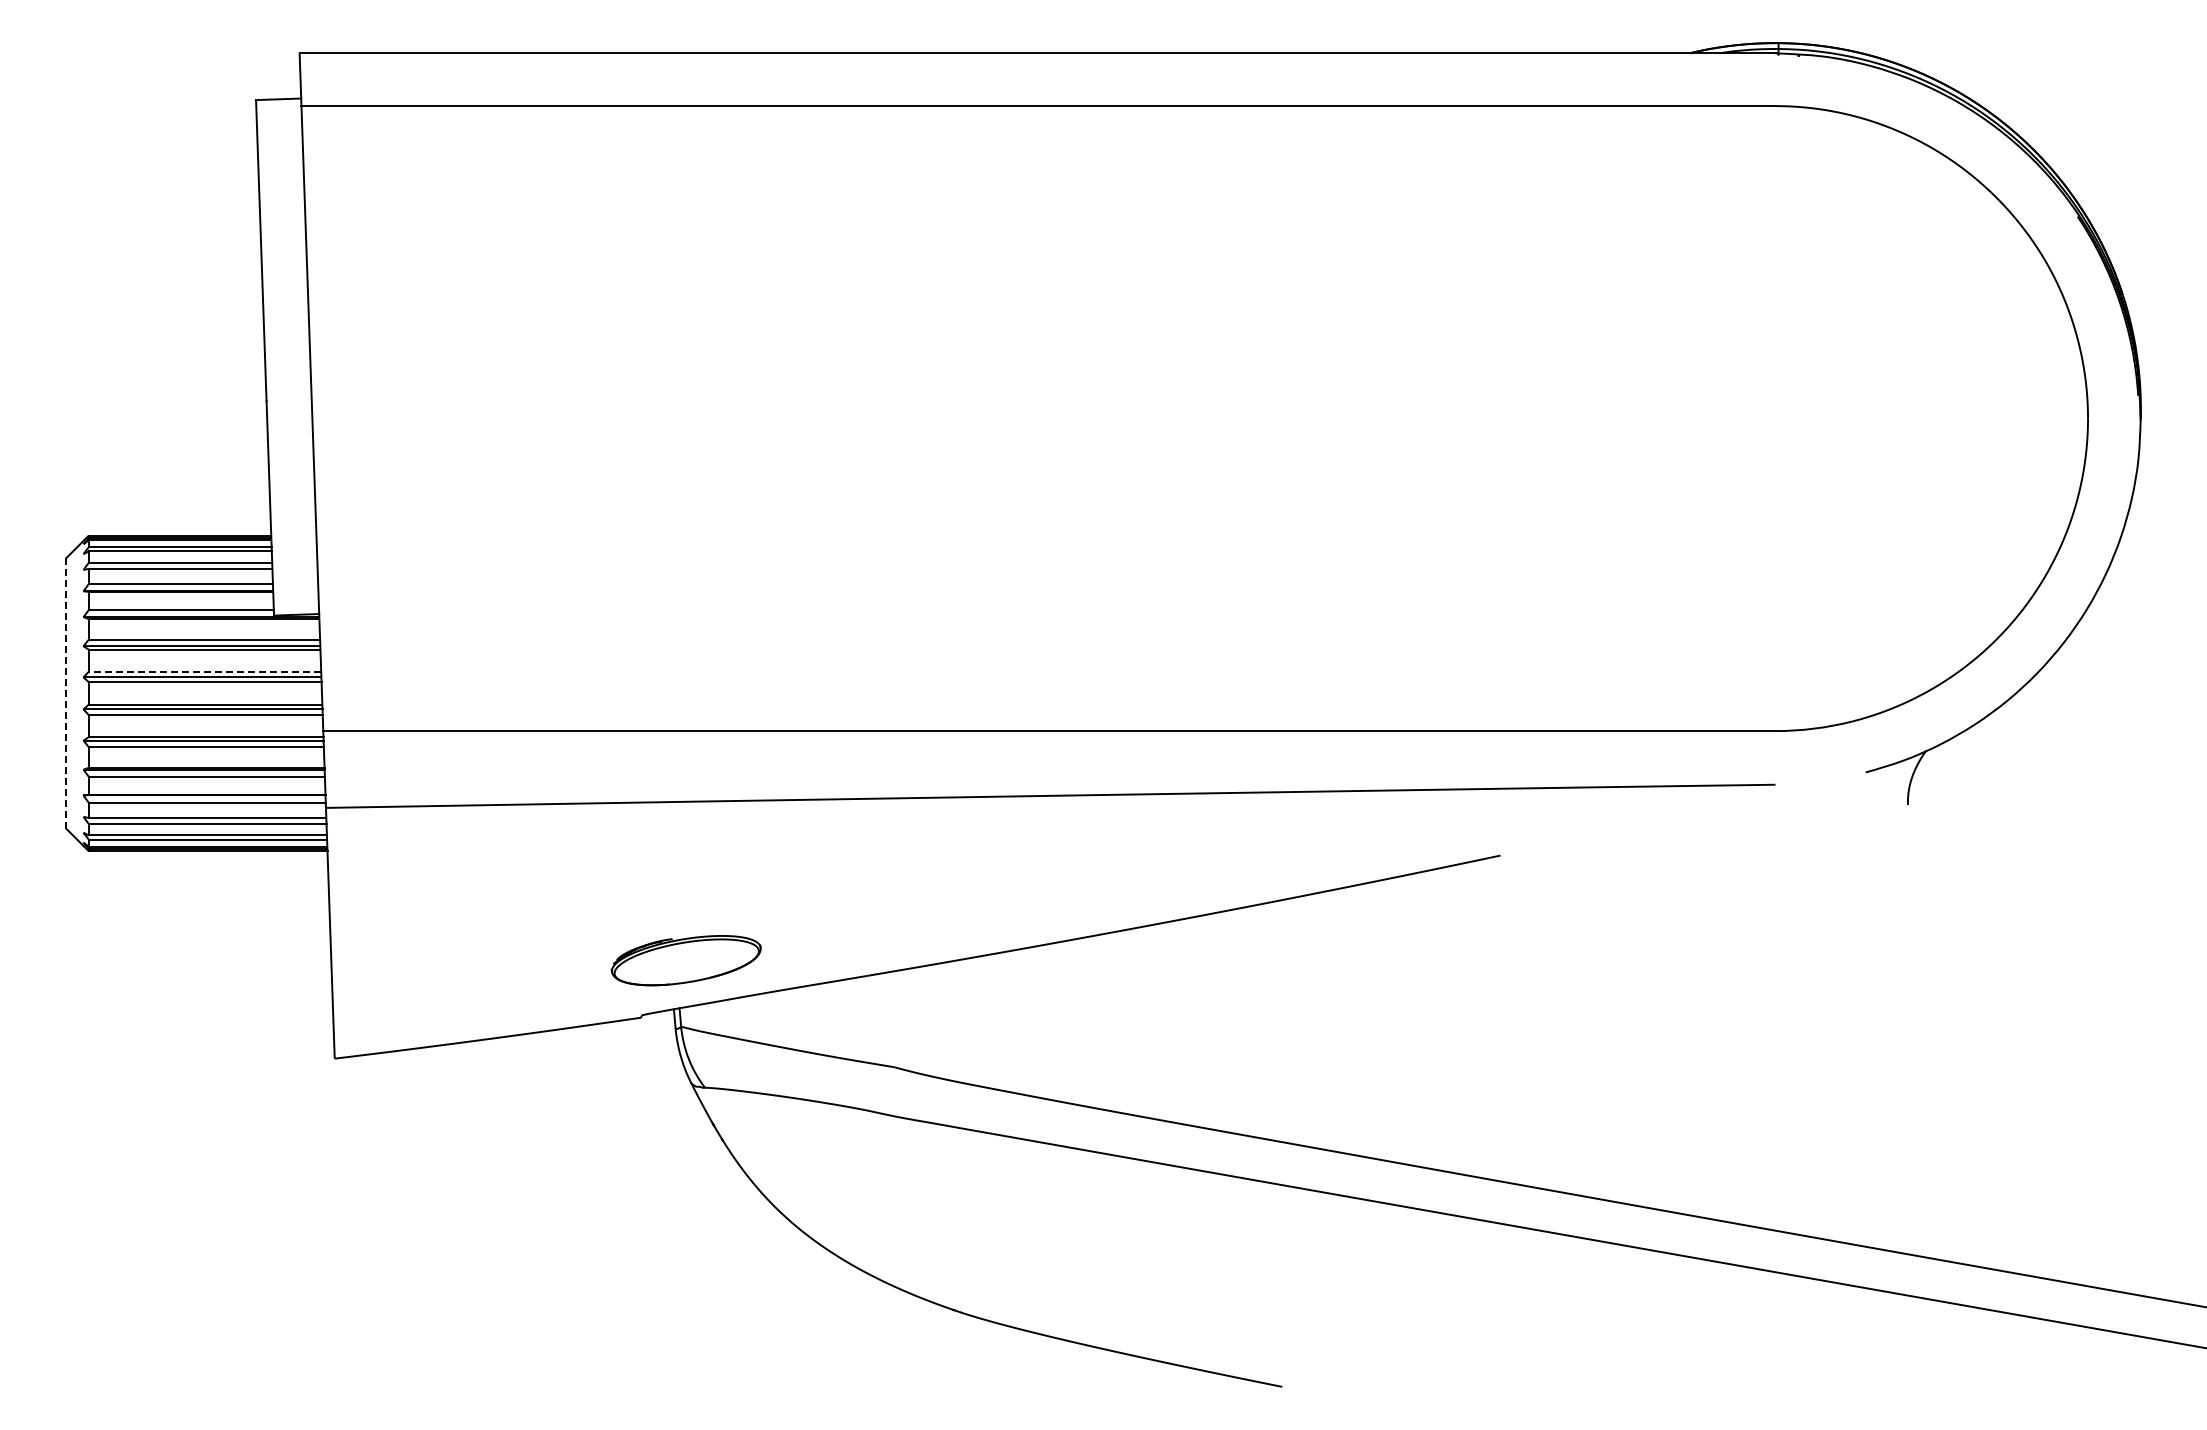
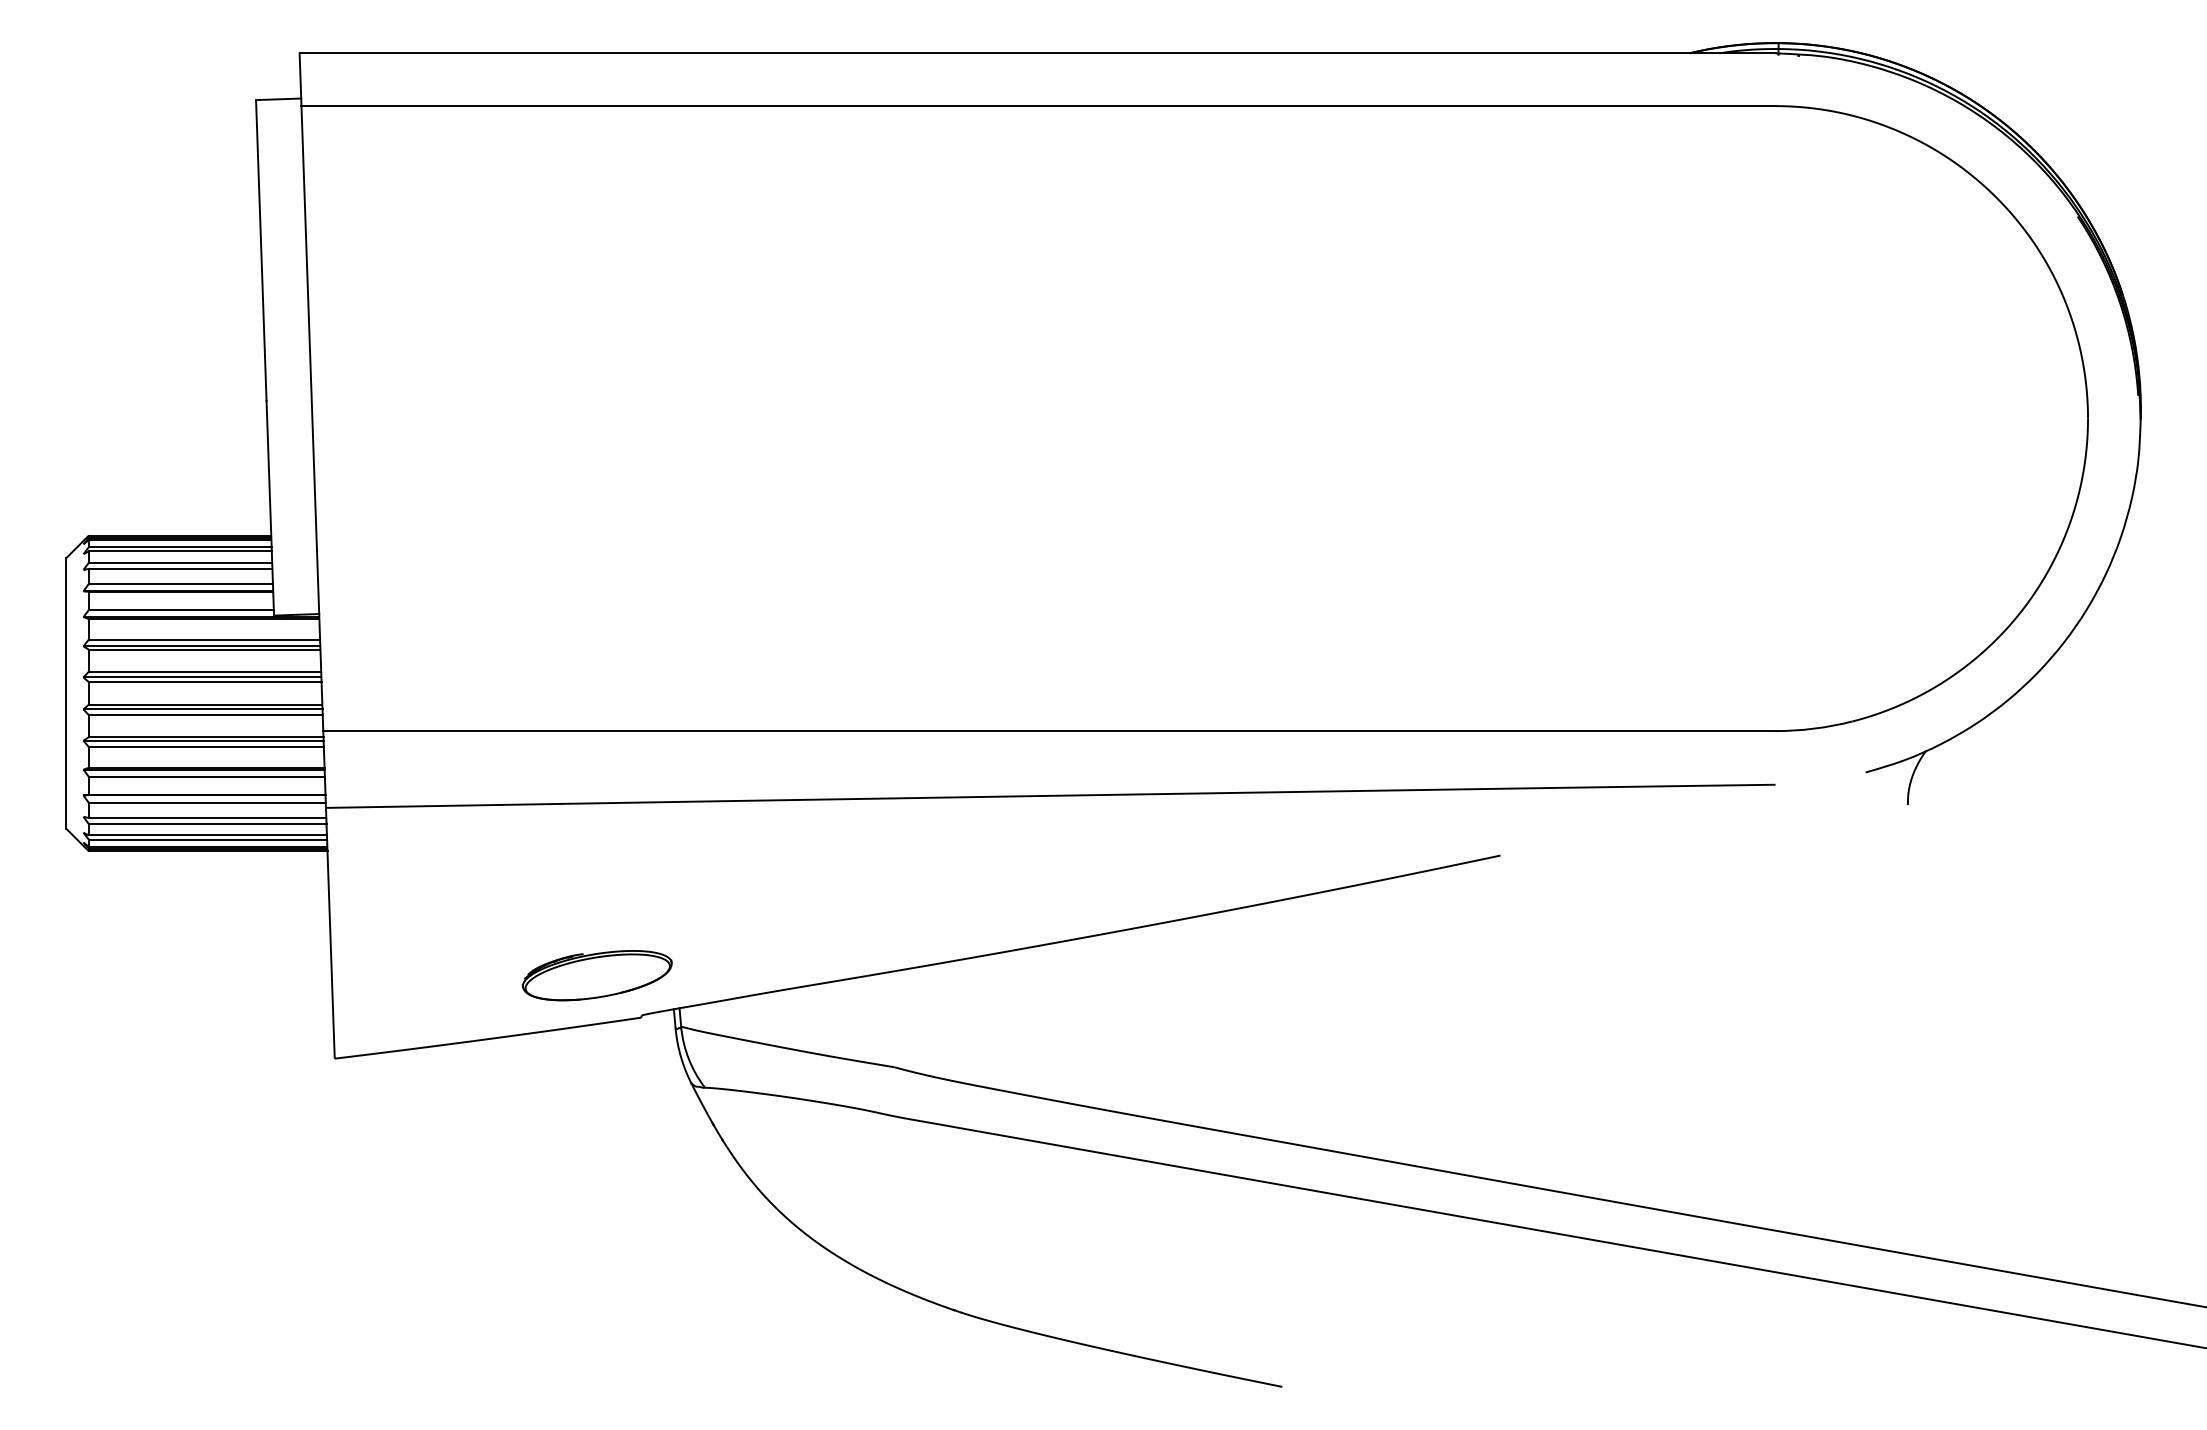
line at (204, 671): dashed -> solid
line at (66, 692): dashed -> solid
part at (685, 960) position: (685, 960) -> (596, 975)
